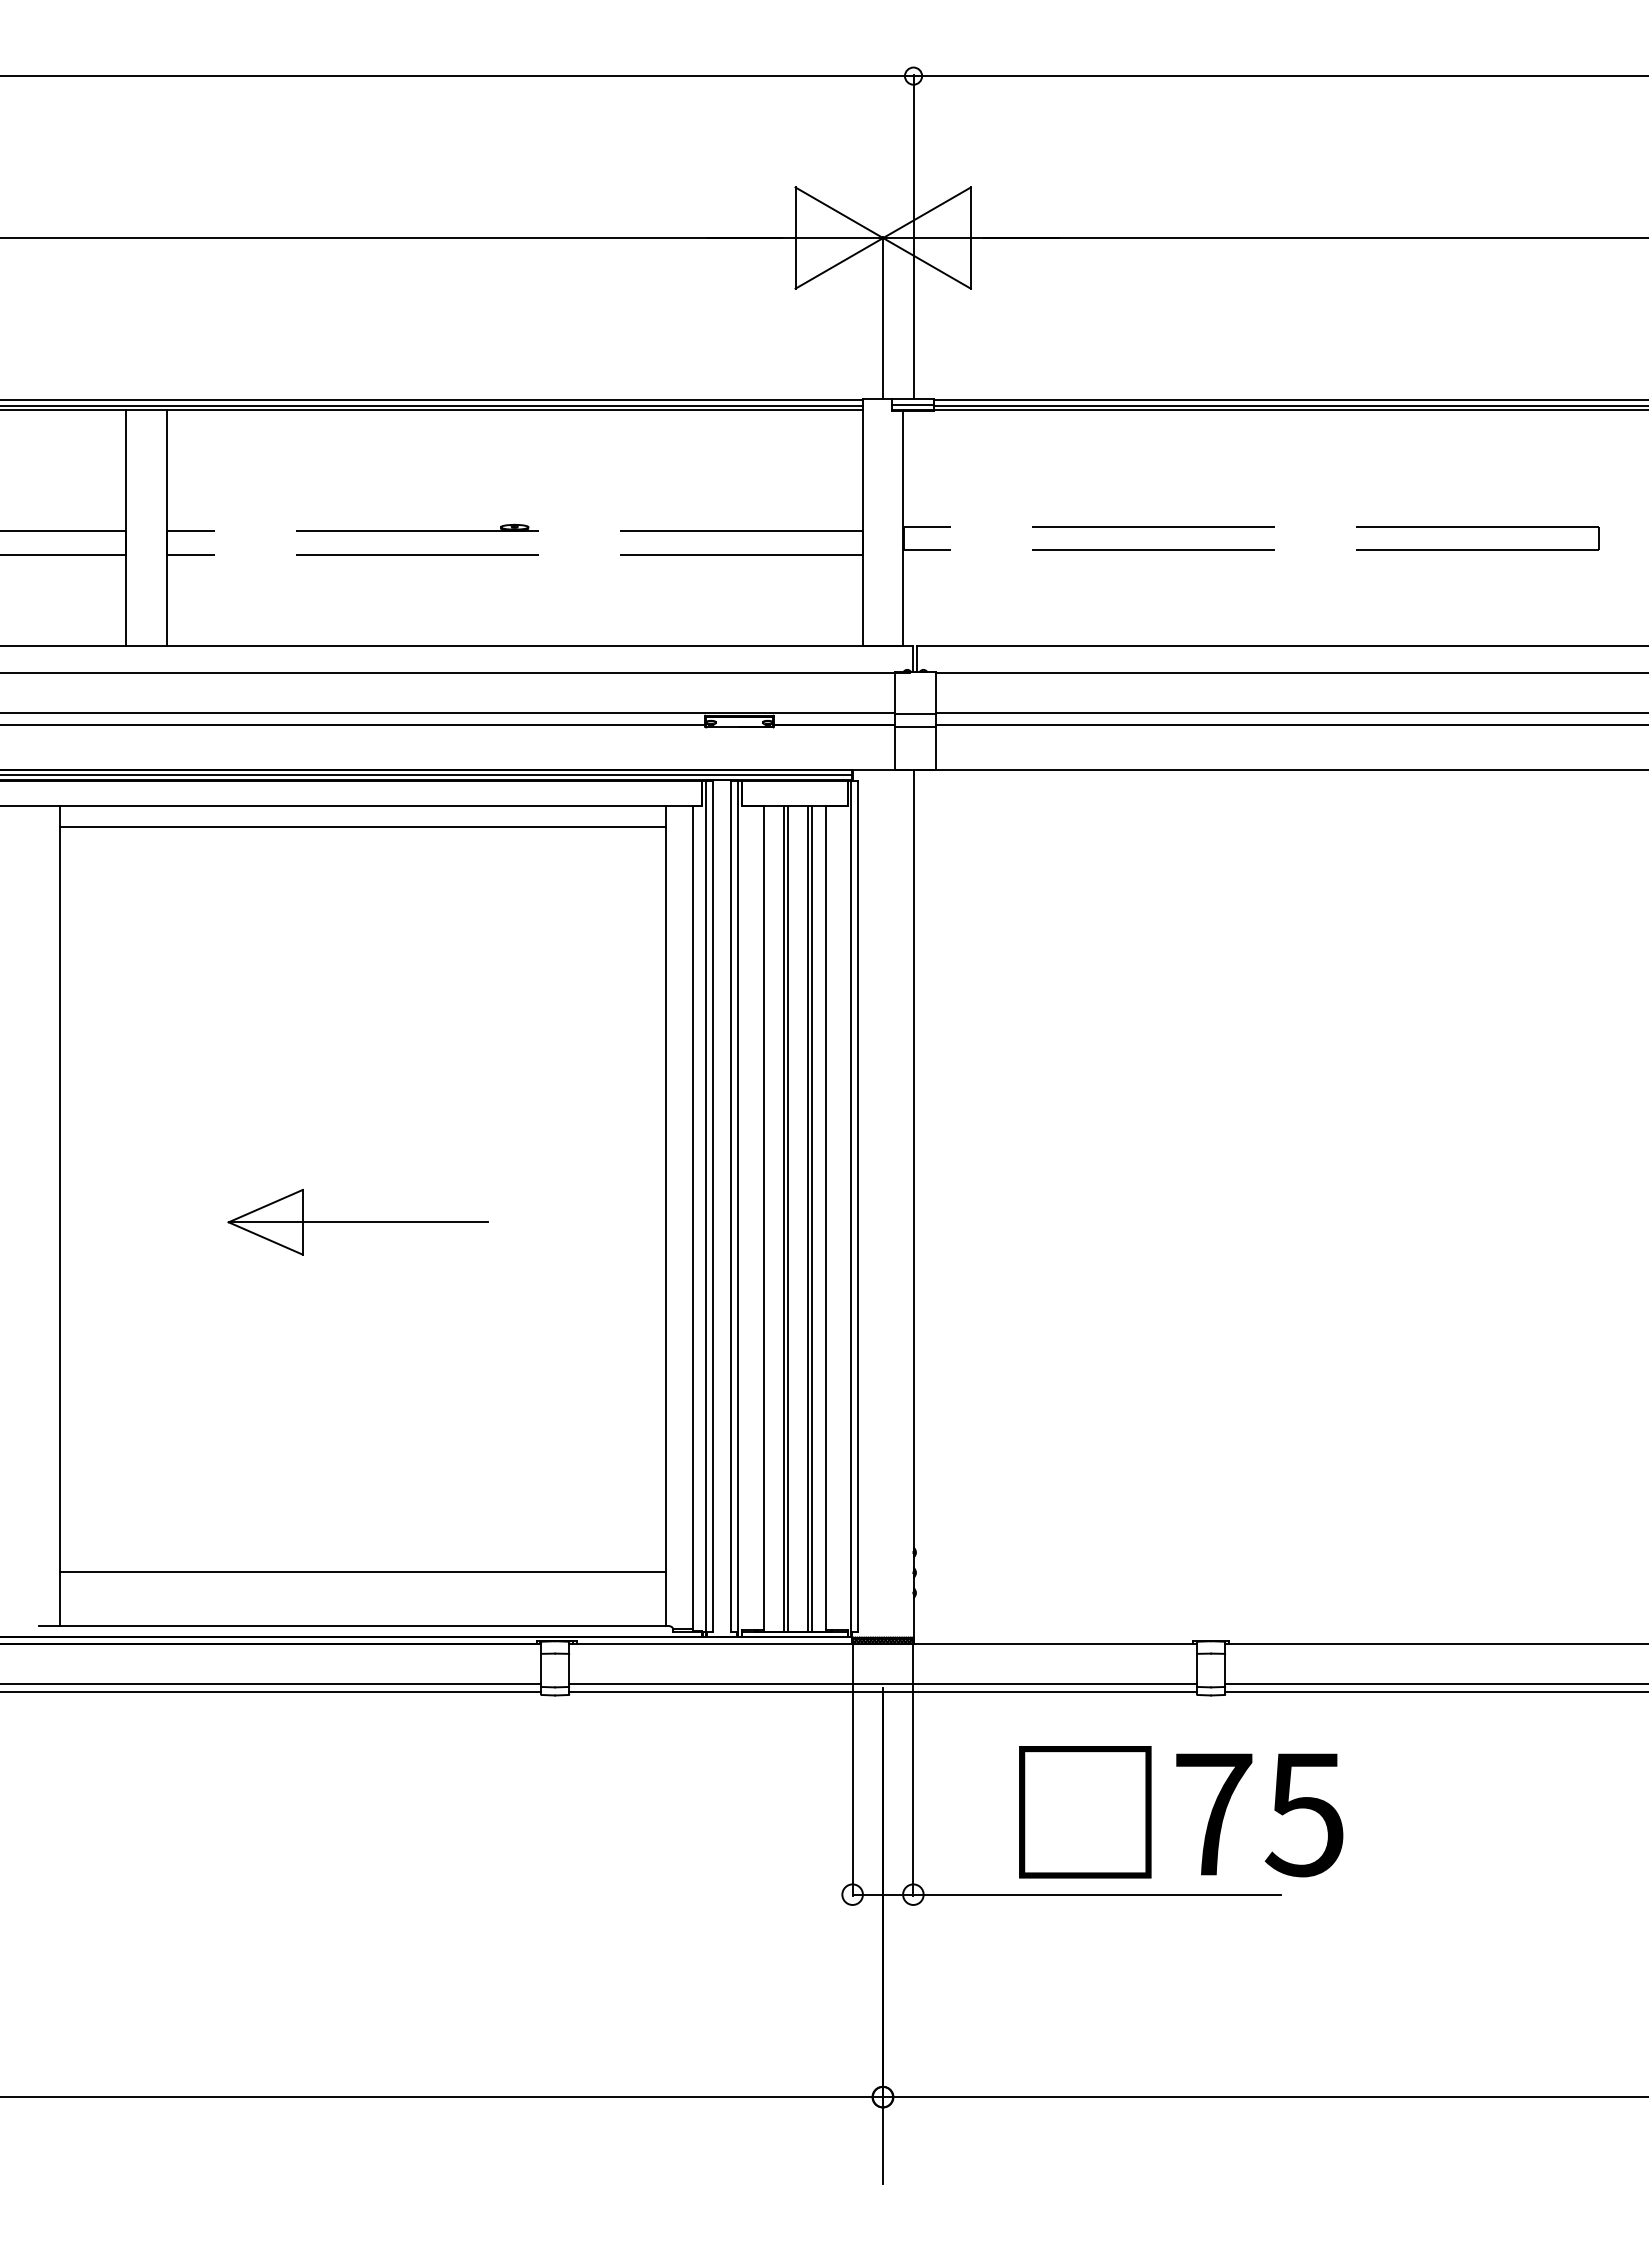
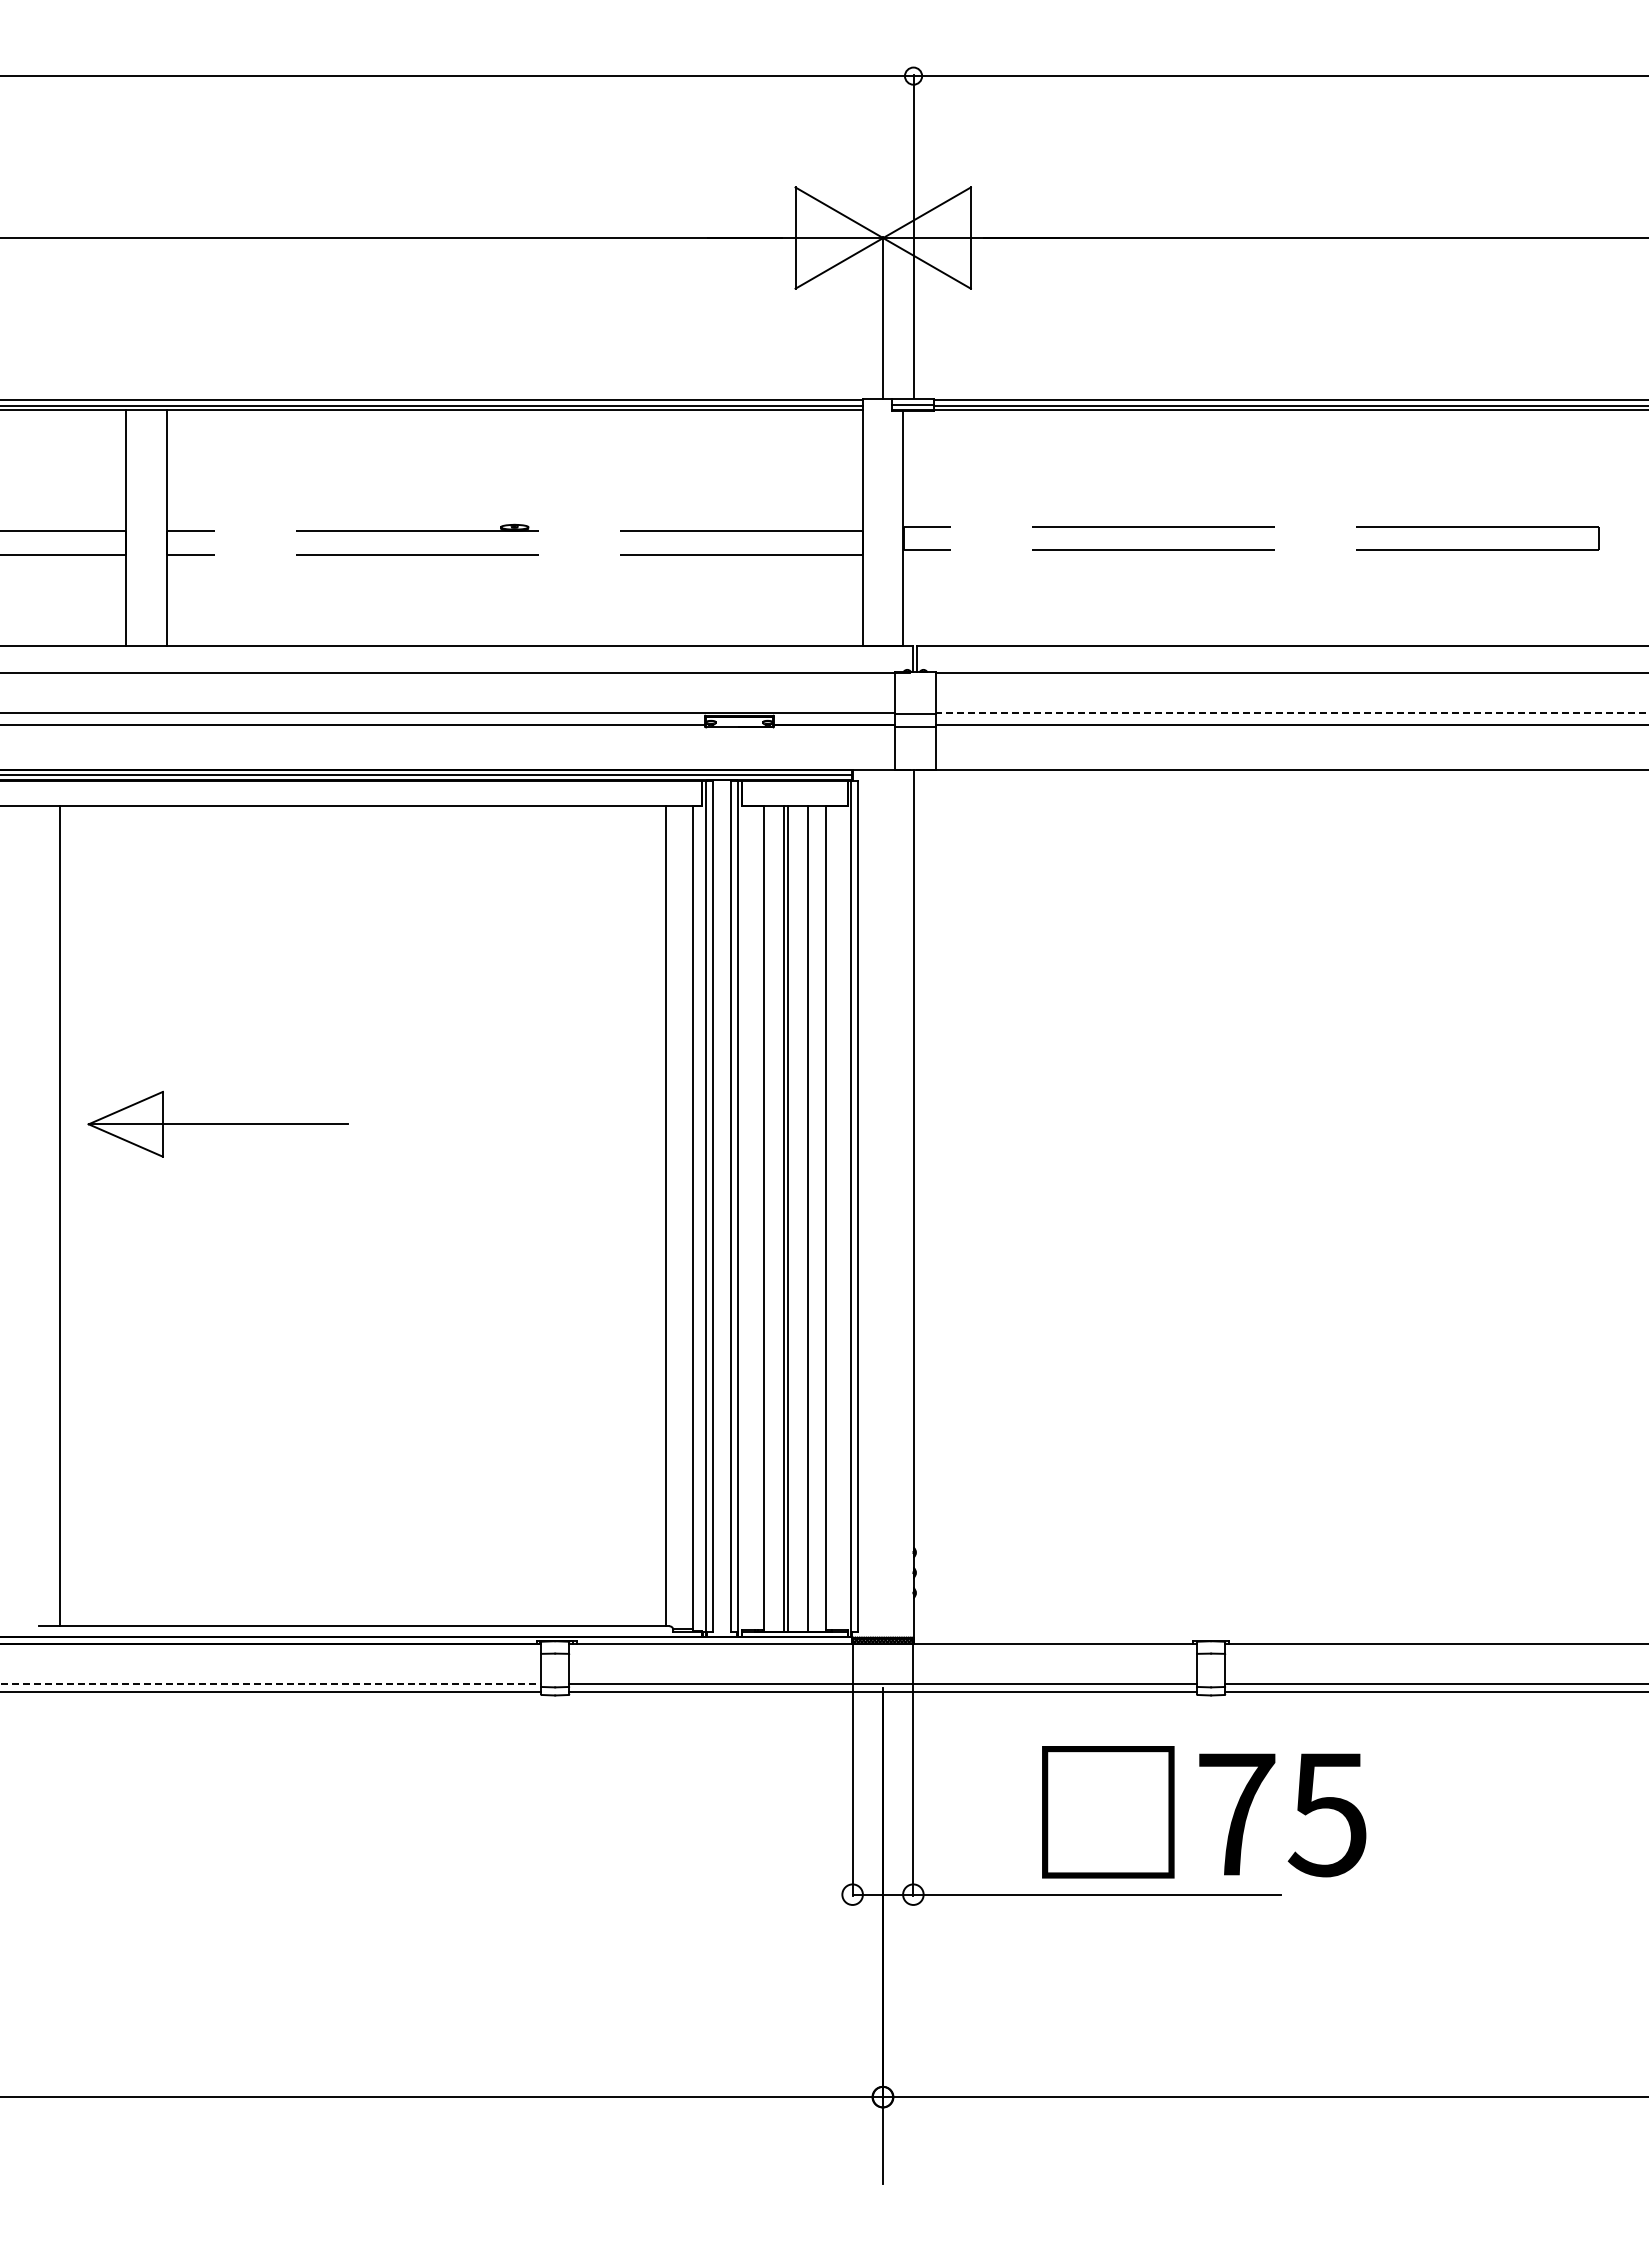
line at (1291, 713): solid -> dashed
line at (362, 827): present -> none
line at (811, 1218): present -> none
part at (357, 1221) position: (357, 1221) -> (217, 1123)
line at (362, 1572): present -> none
line at (271, 1684): solid -> dashed
text at (1181, 1812) position: (1181, 1812) -> (1204, 1812)
